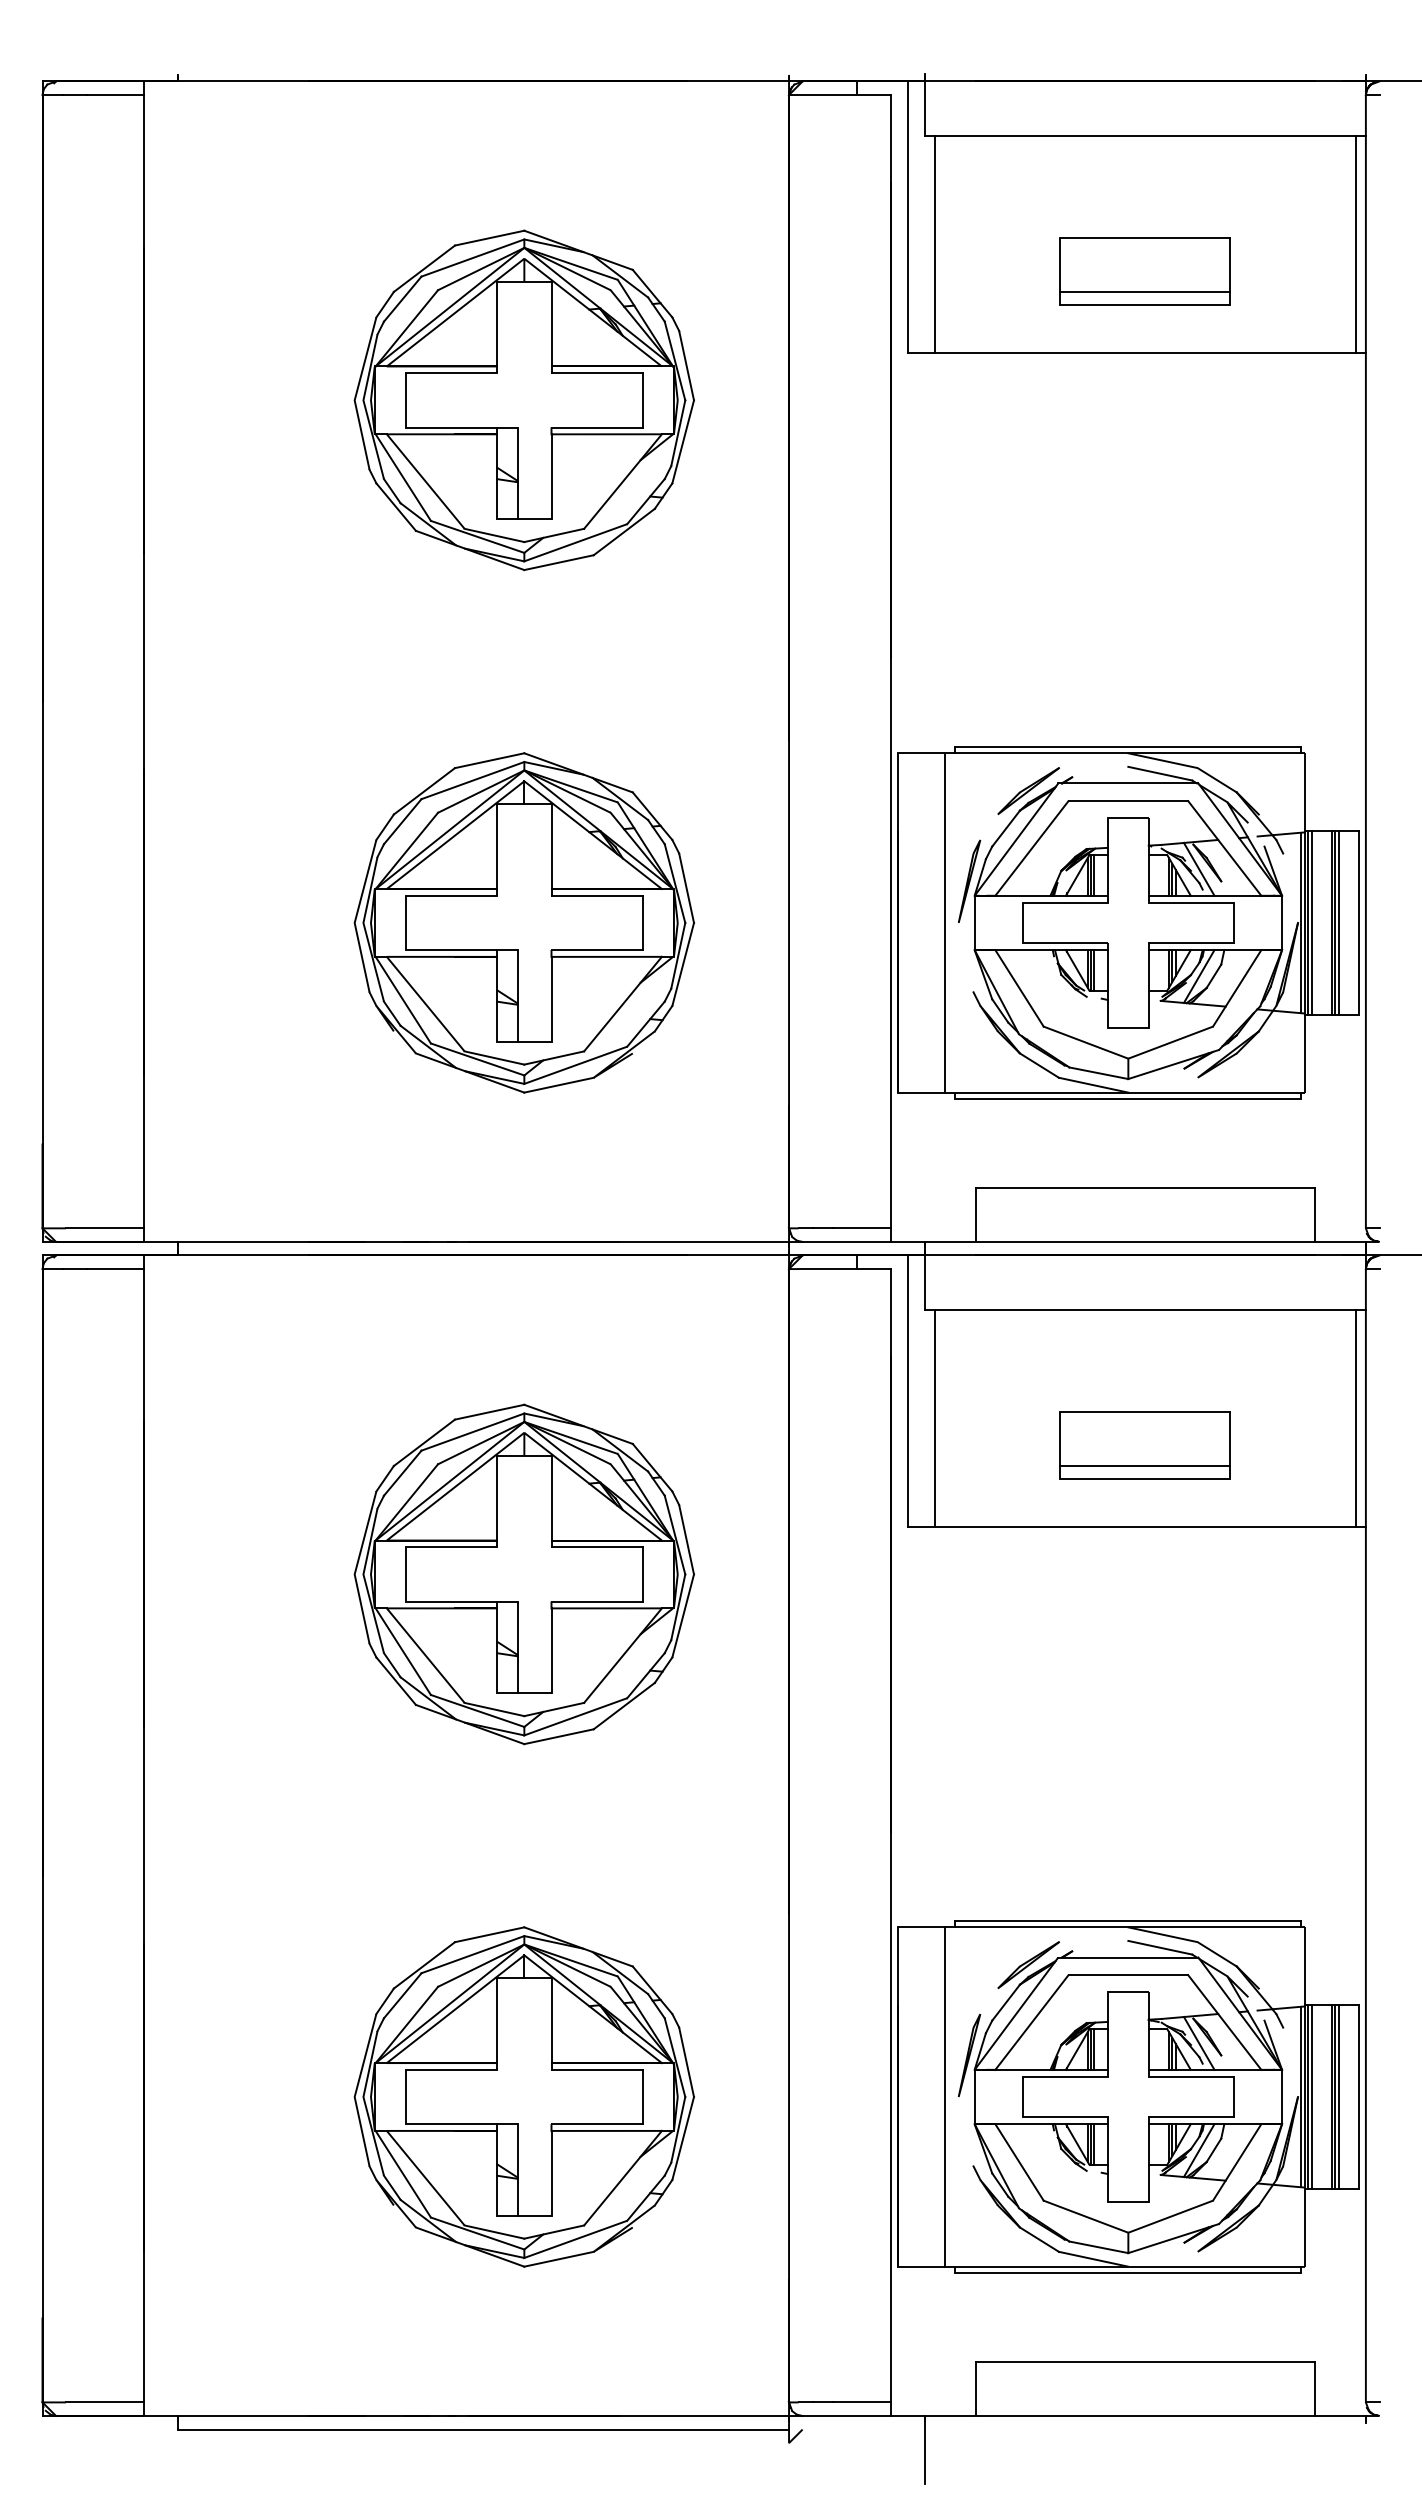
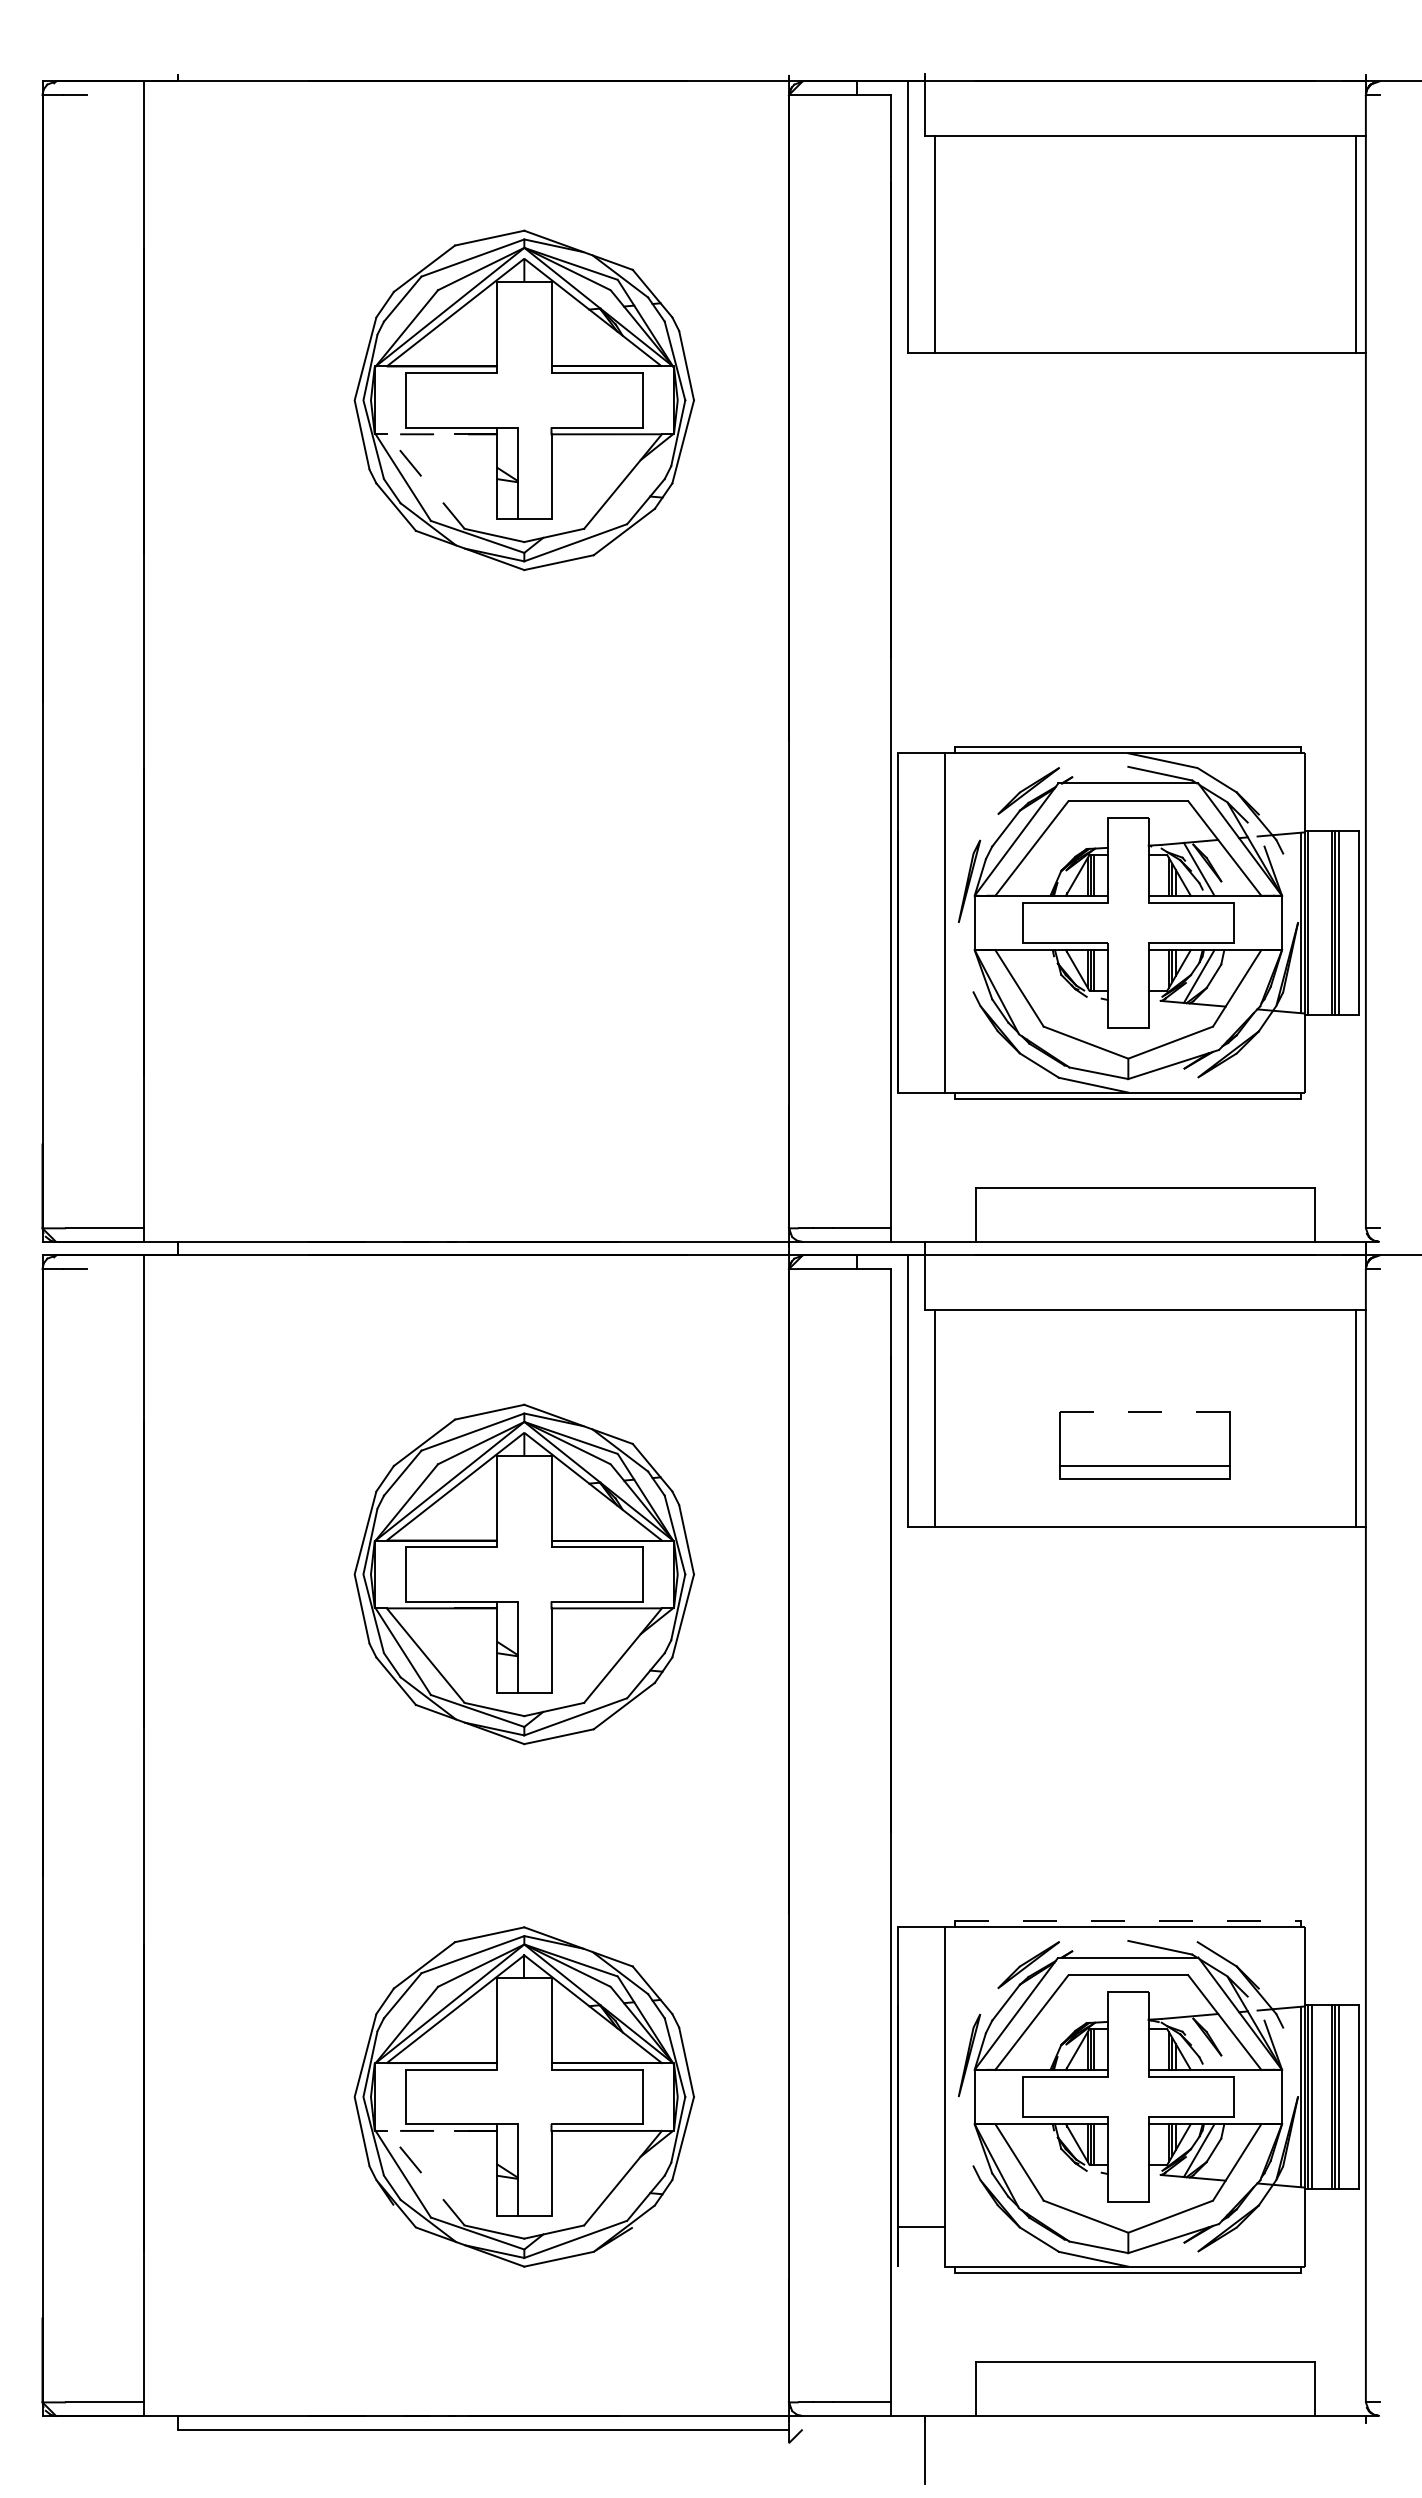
line at (115, 95): present -> none
part at (1144, 271): present -> none
line at (389, 438): solid -> dashed
part at (523, 922): present -> none
line at (1311, 922): present -> none
line at (115, 1269): present -> none
line at (1145, 1411): solid -> dashed
line at (1128, 1920): solid -> dashed
line at (1162, 1934): present -> none
line at (1198, 2043): present -> none
line at (389, 2134): solid -> dashed
line at (921, 2266) position: (921, 2266) -> (921, 2226)
